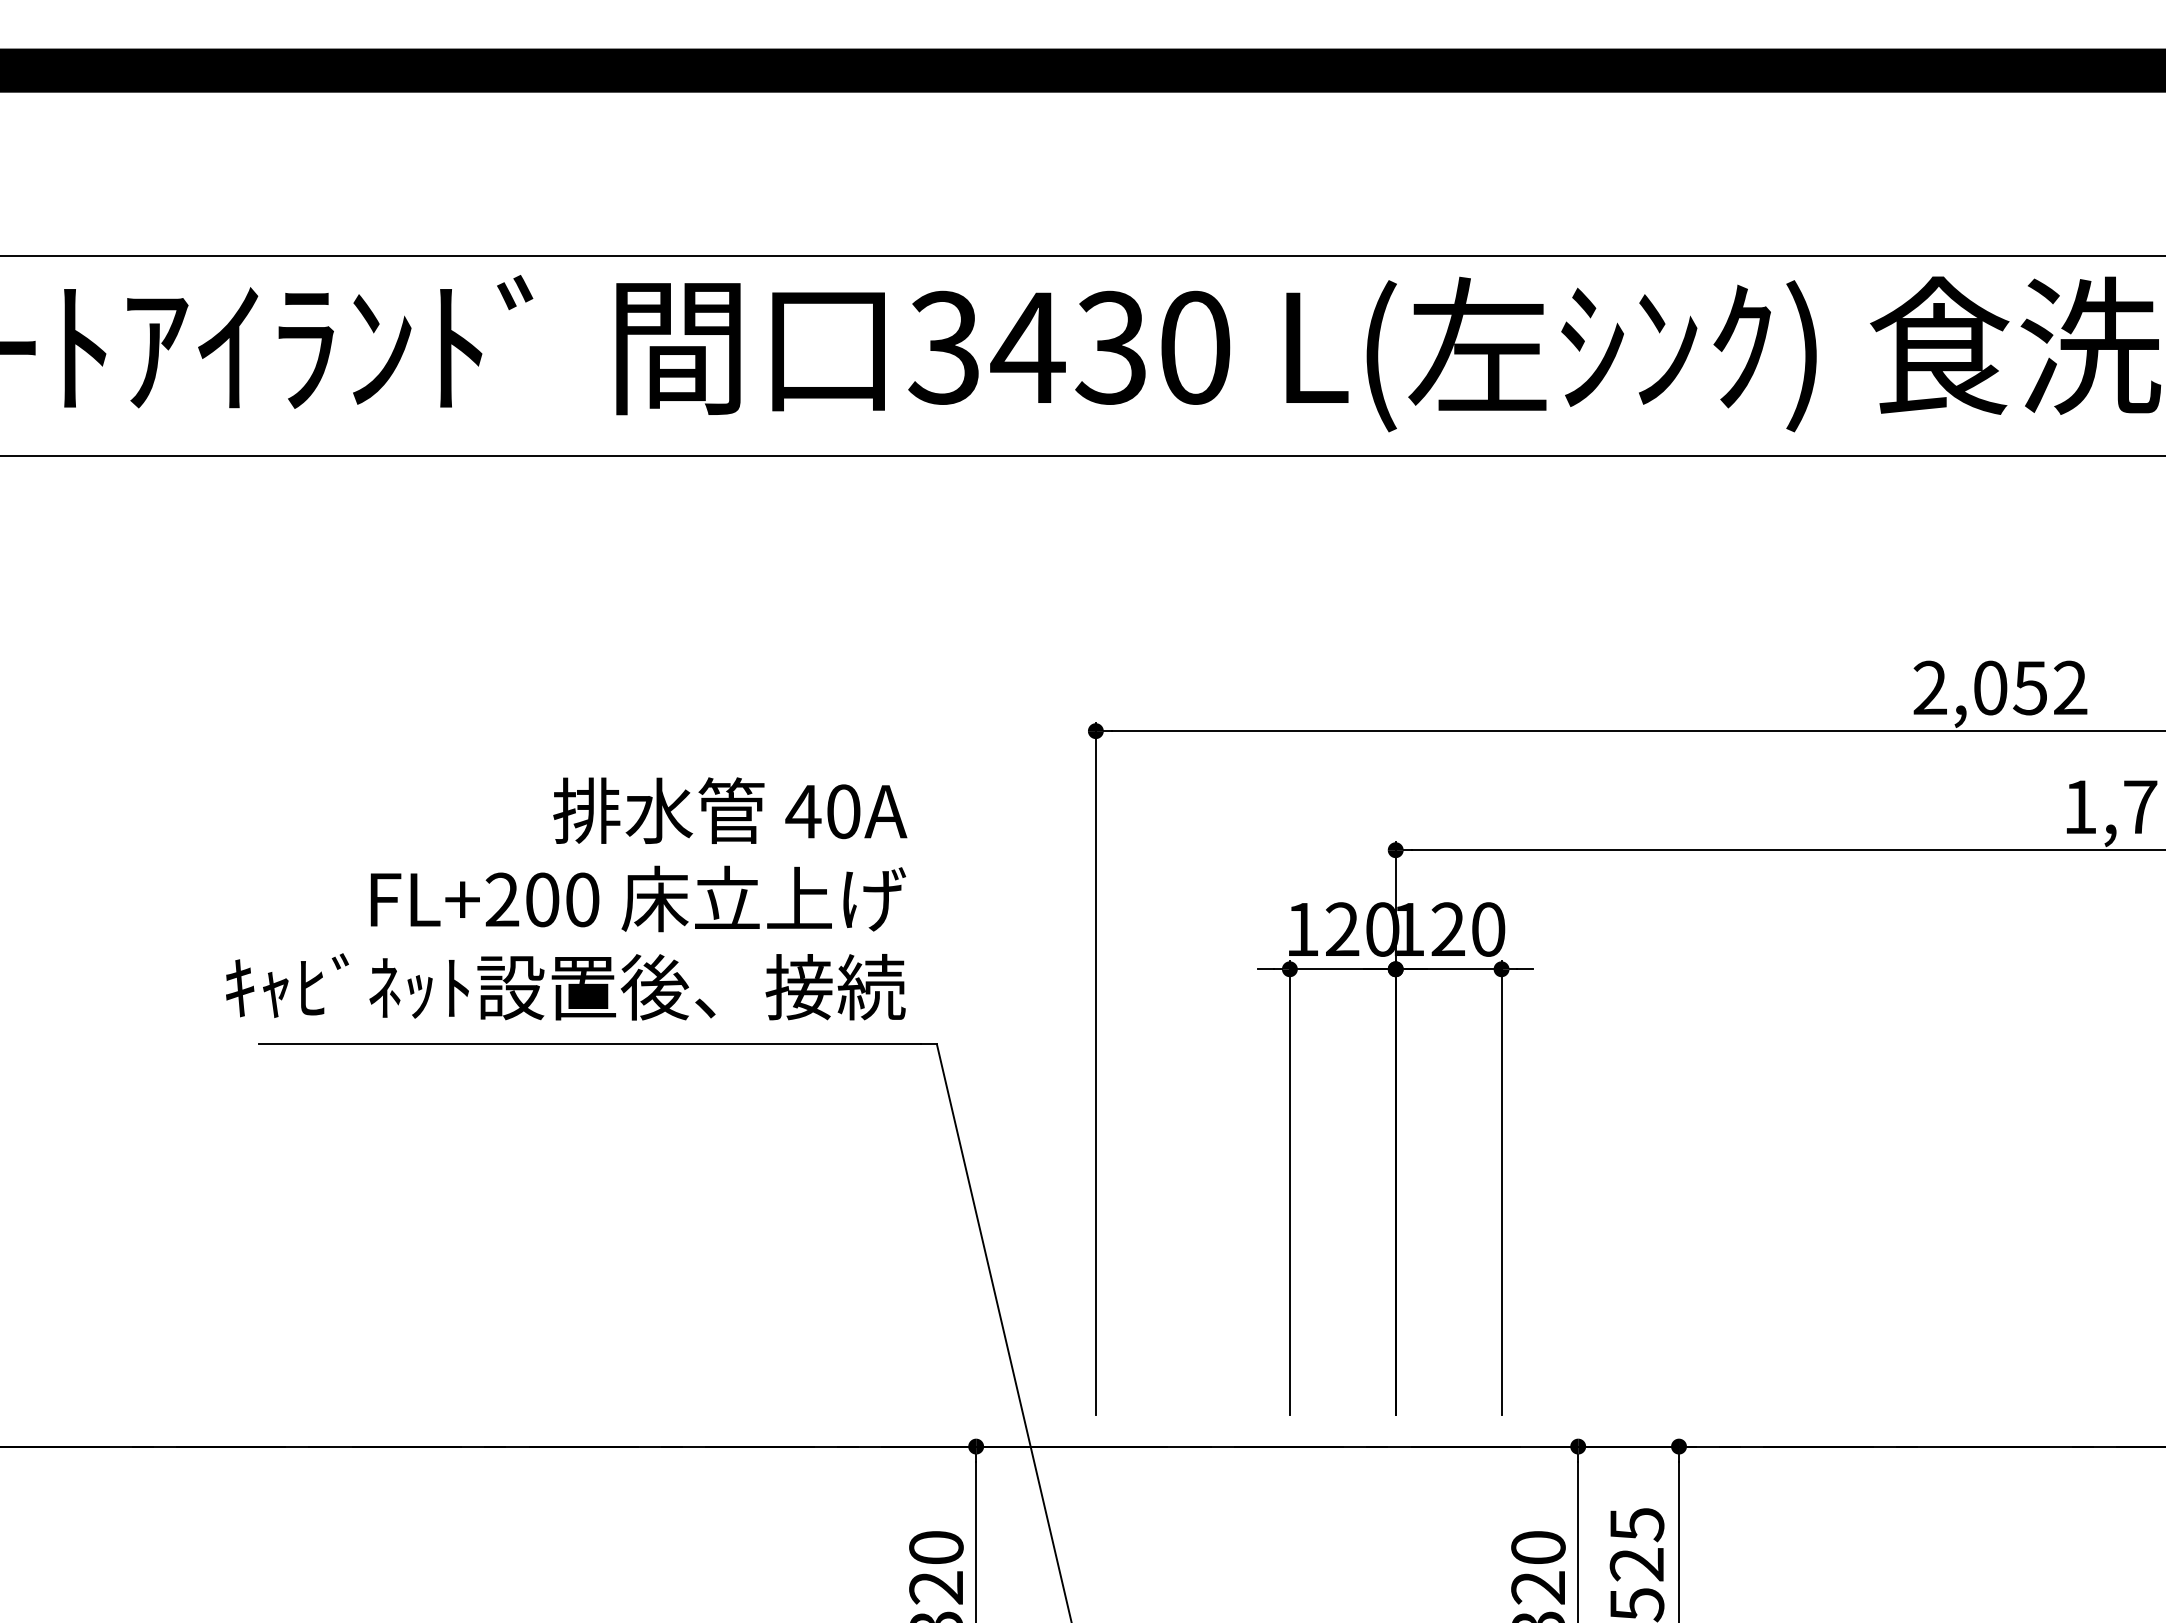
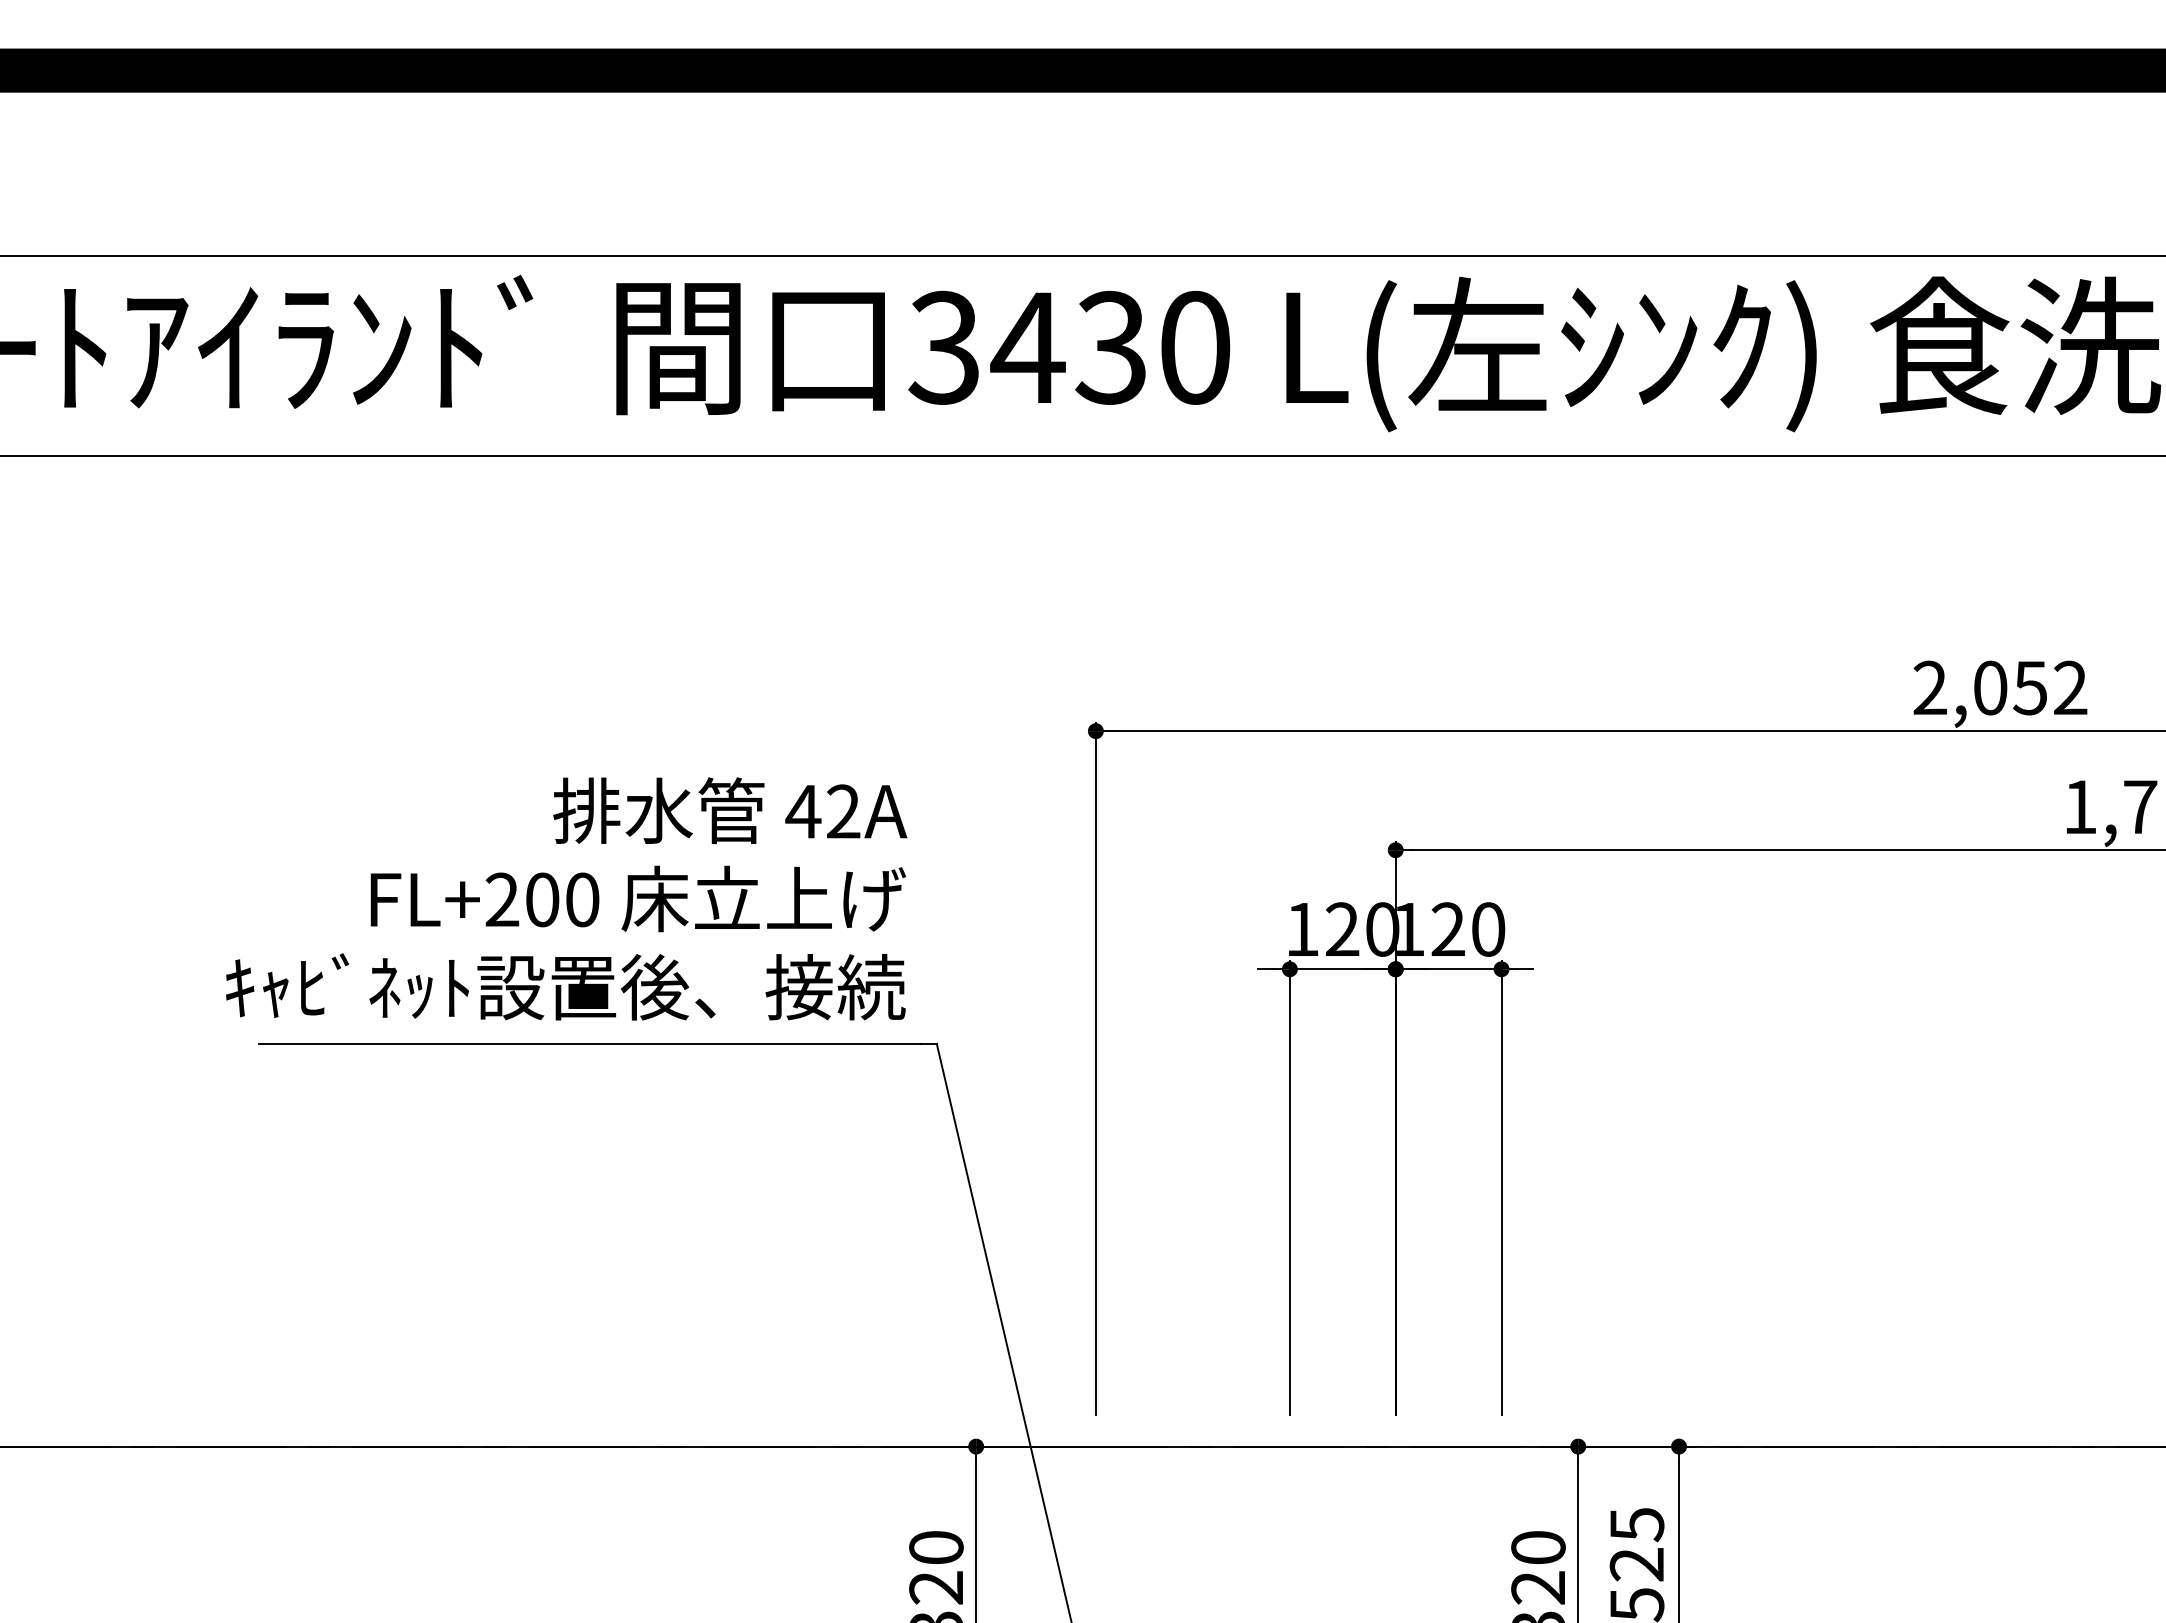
text at (843, 811): 40A -> 42A
